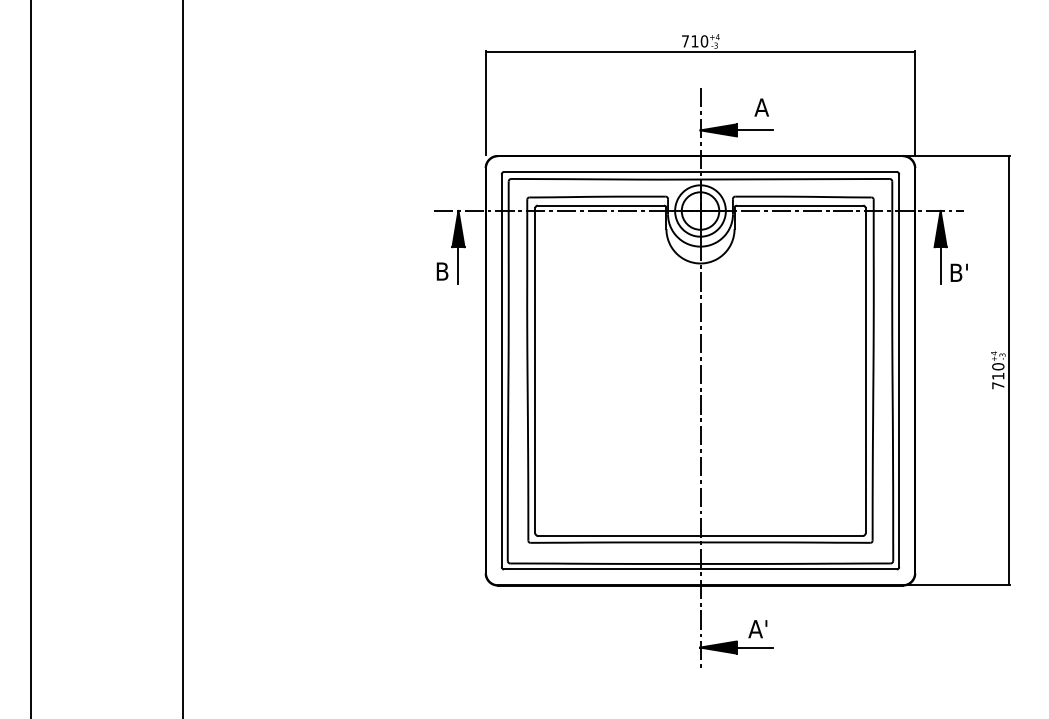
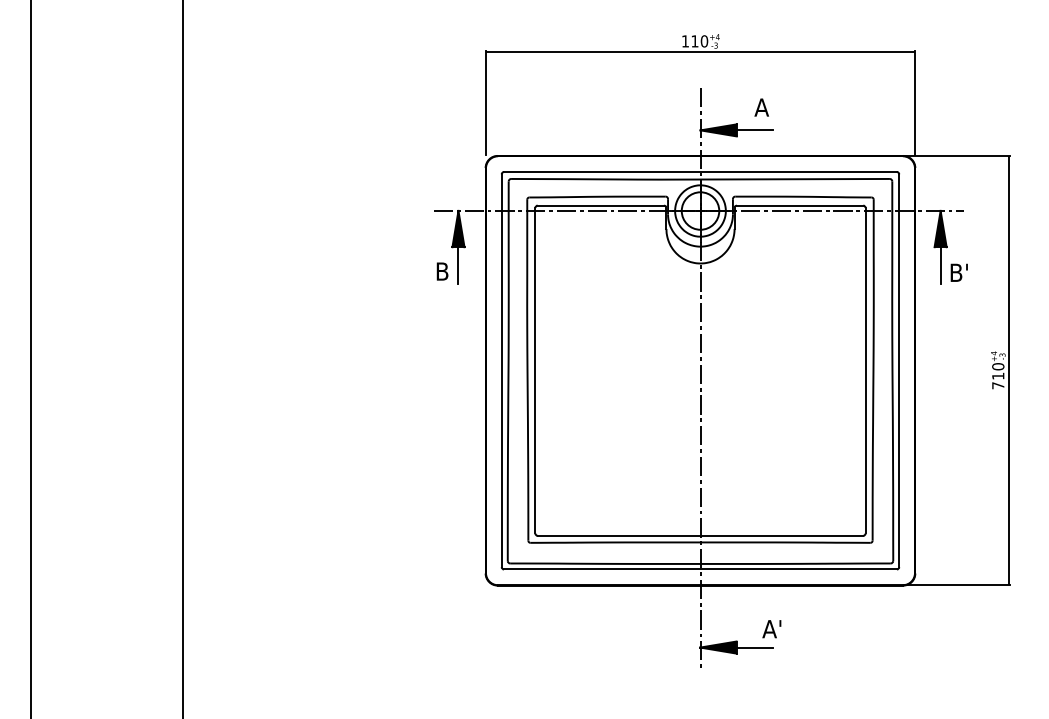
text at (685, 41): 710 -> 110
text at (757, 629) position: (757, 629) -> (771, 629)
